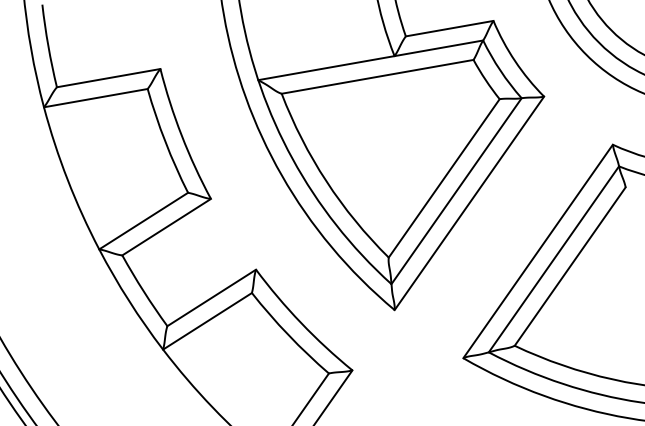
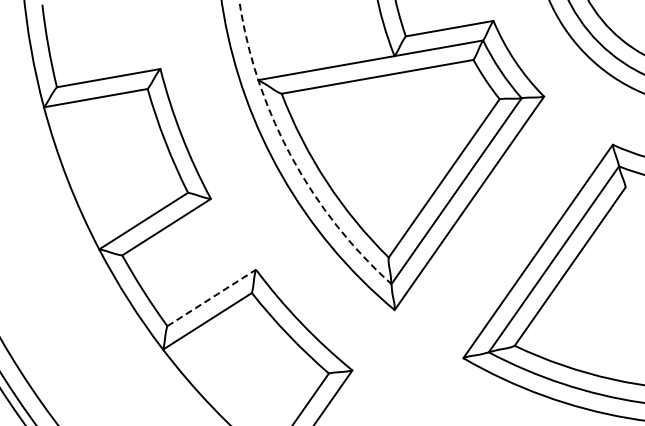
arc at (290, 155): solid -> dashed
line at (211, 297): solid -> dashed
